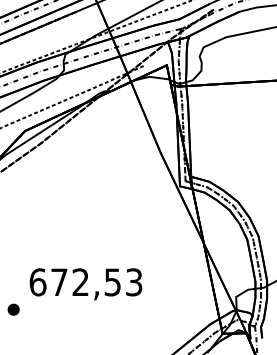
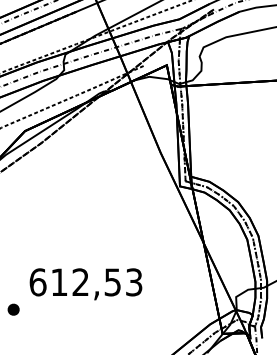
text at (59, 281): 672,53 -> 612,53
